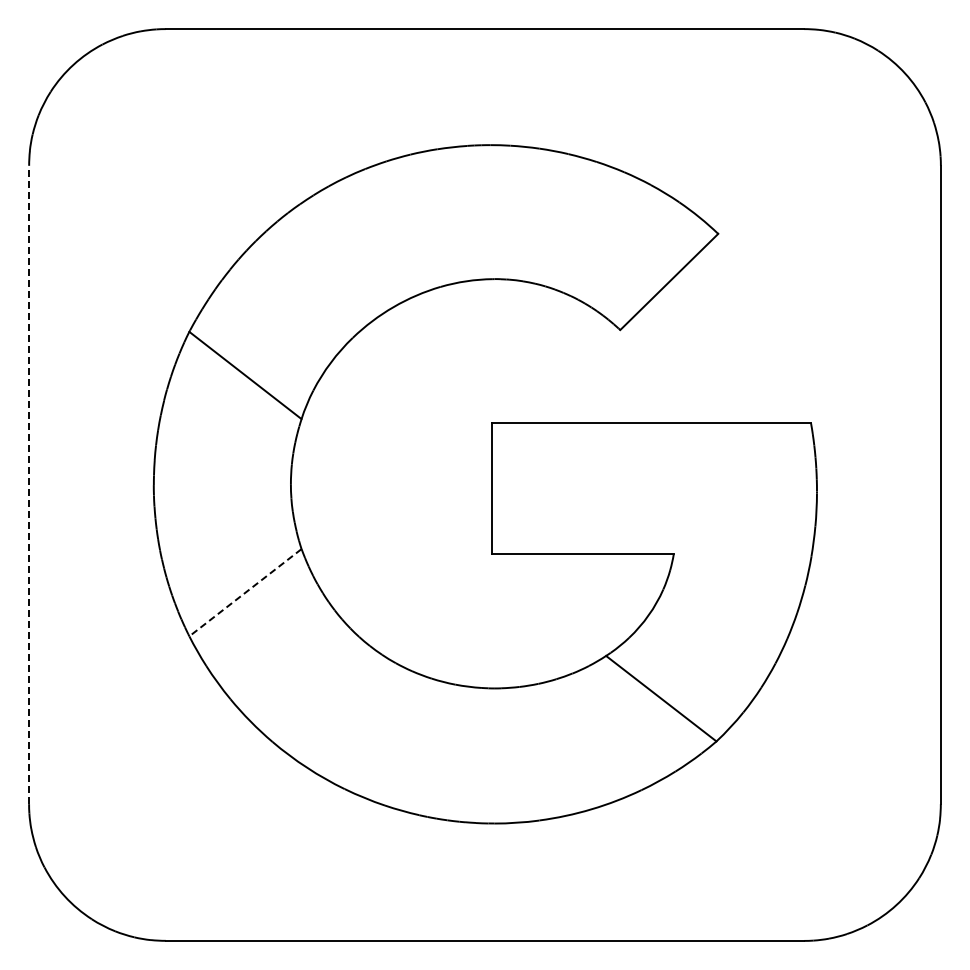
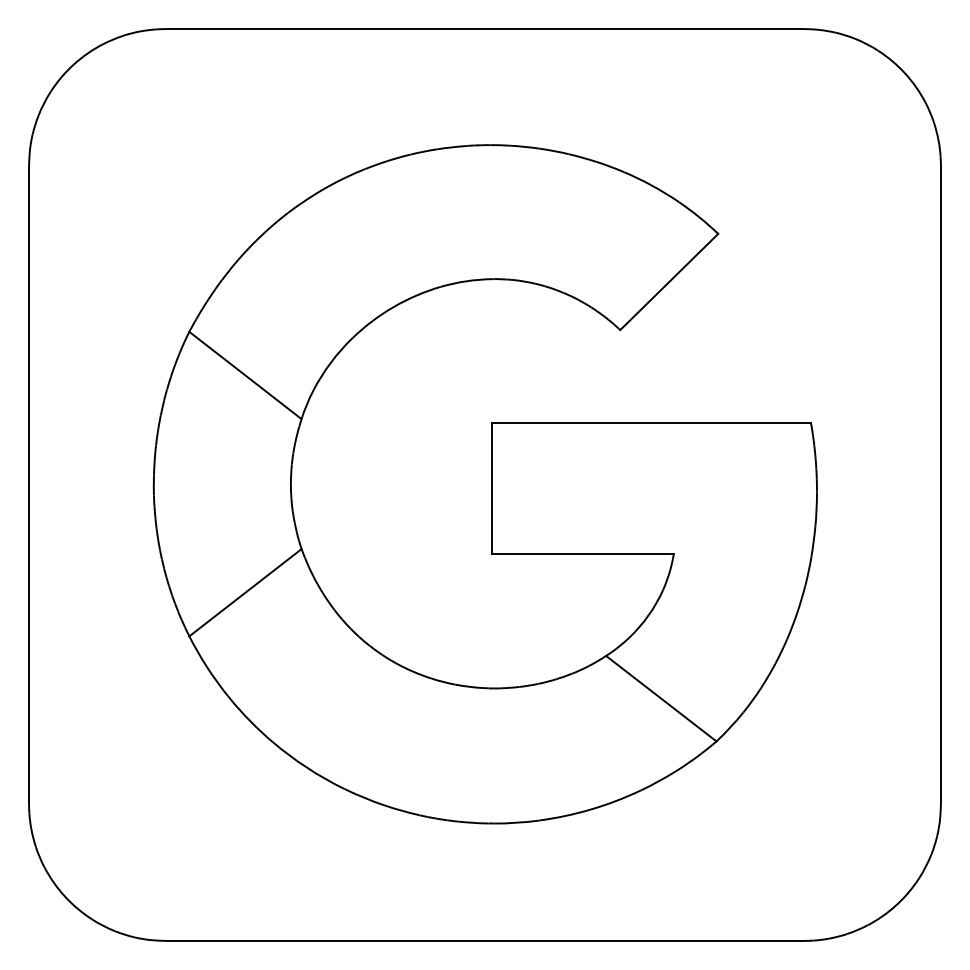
line at (29, 484): dashed -> solid
line at (245, 593): dashed -> solid
